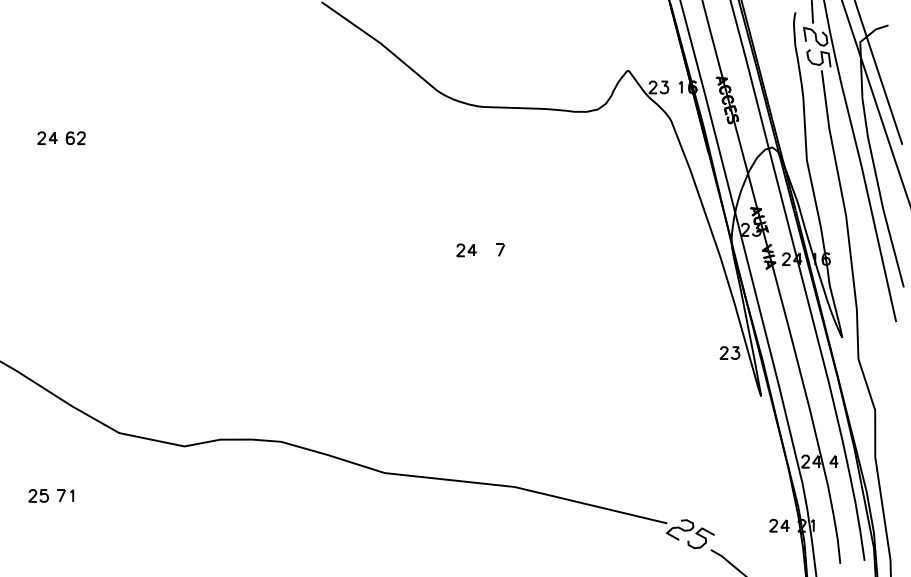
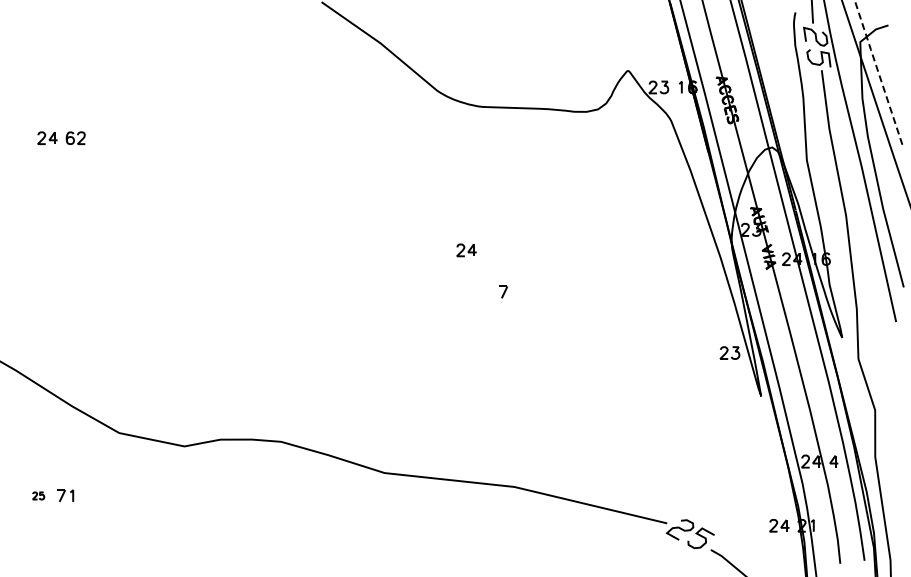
line at (878, 71): solid -> dashed
part at (500, 249) position: (500, 249) -> (503, 291)
part at (38, 495) size: 21x14 px -> 14x10 px
